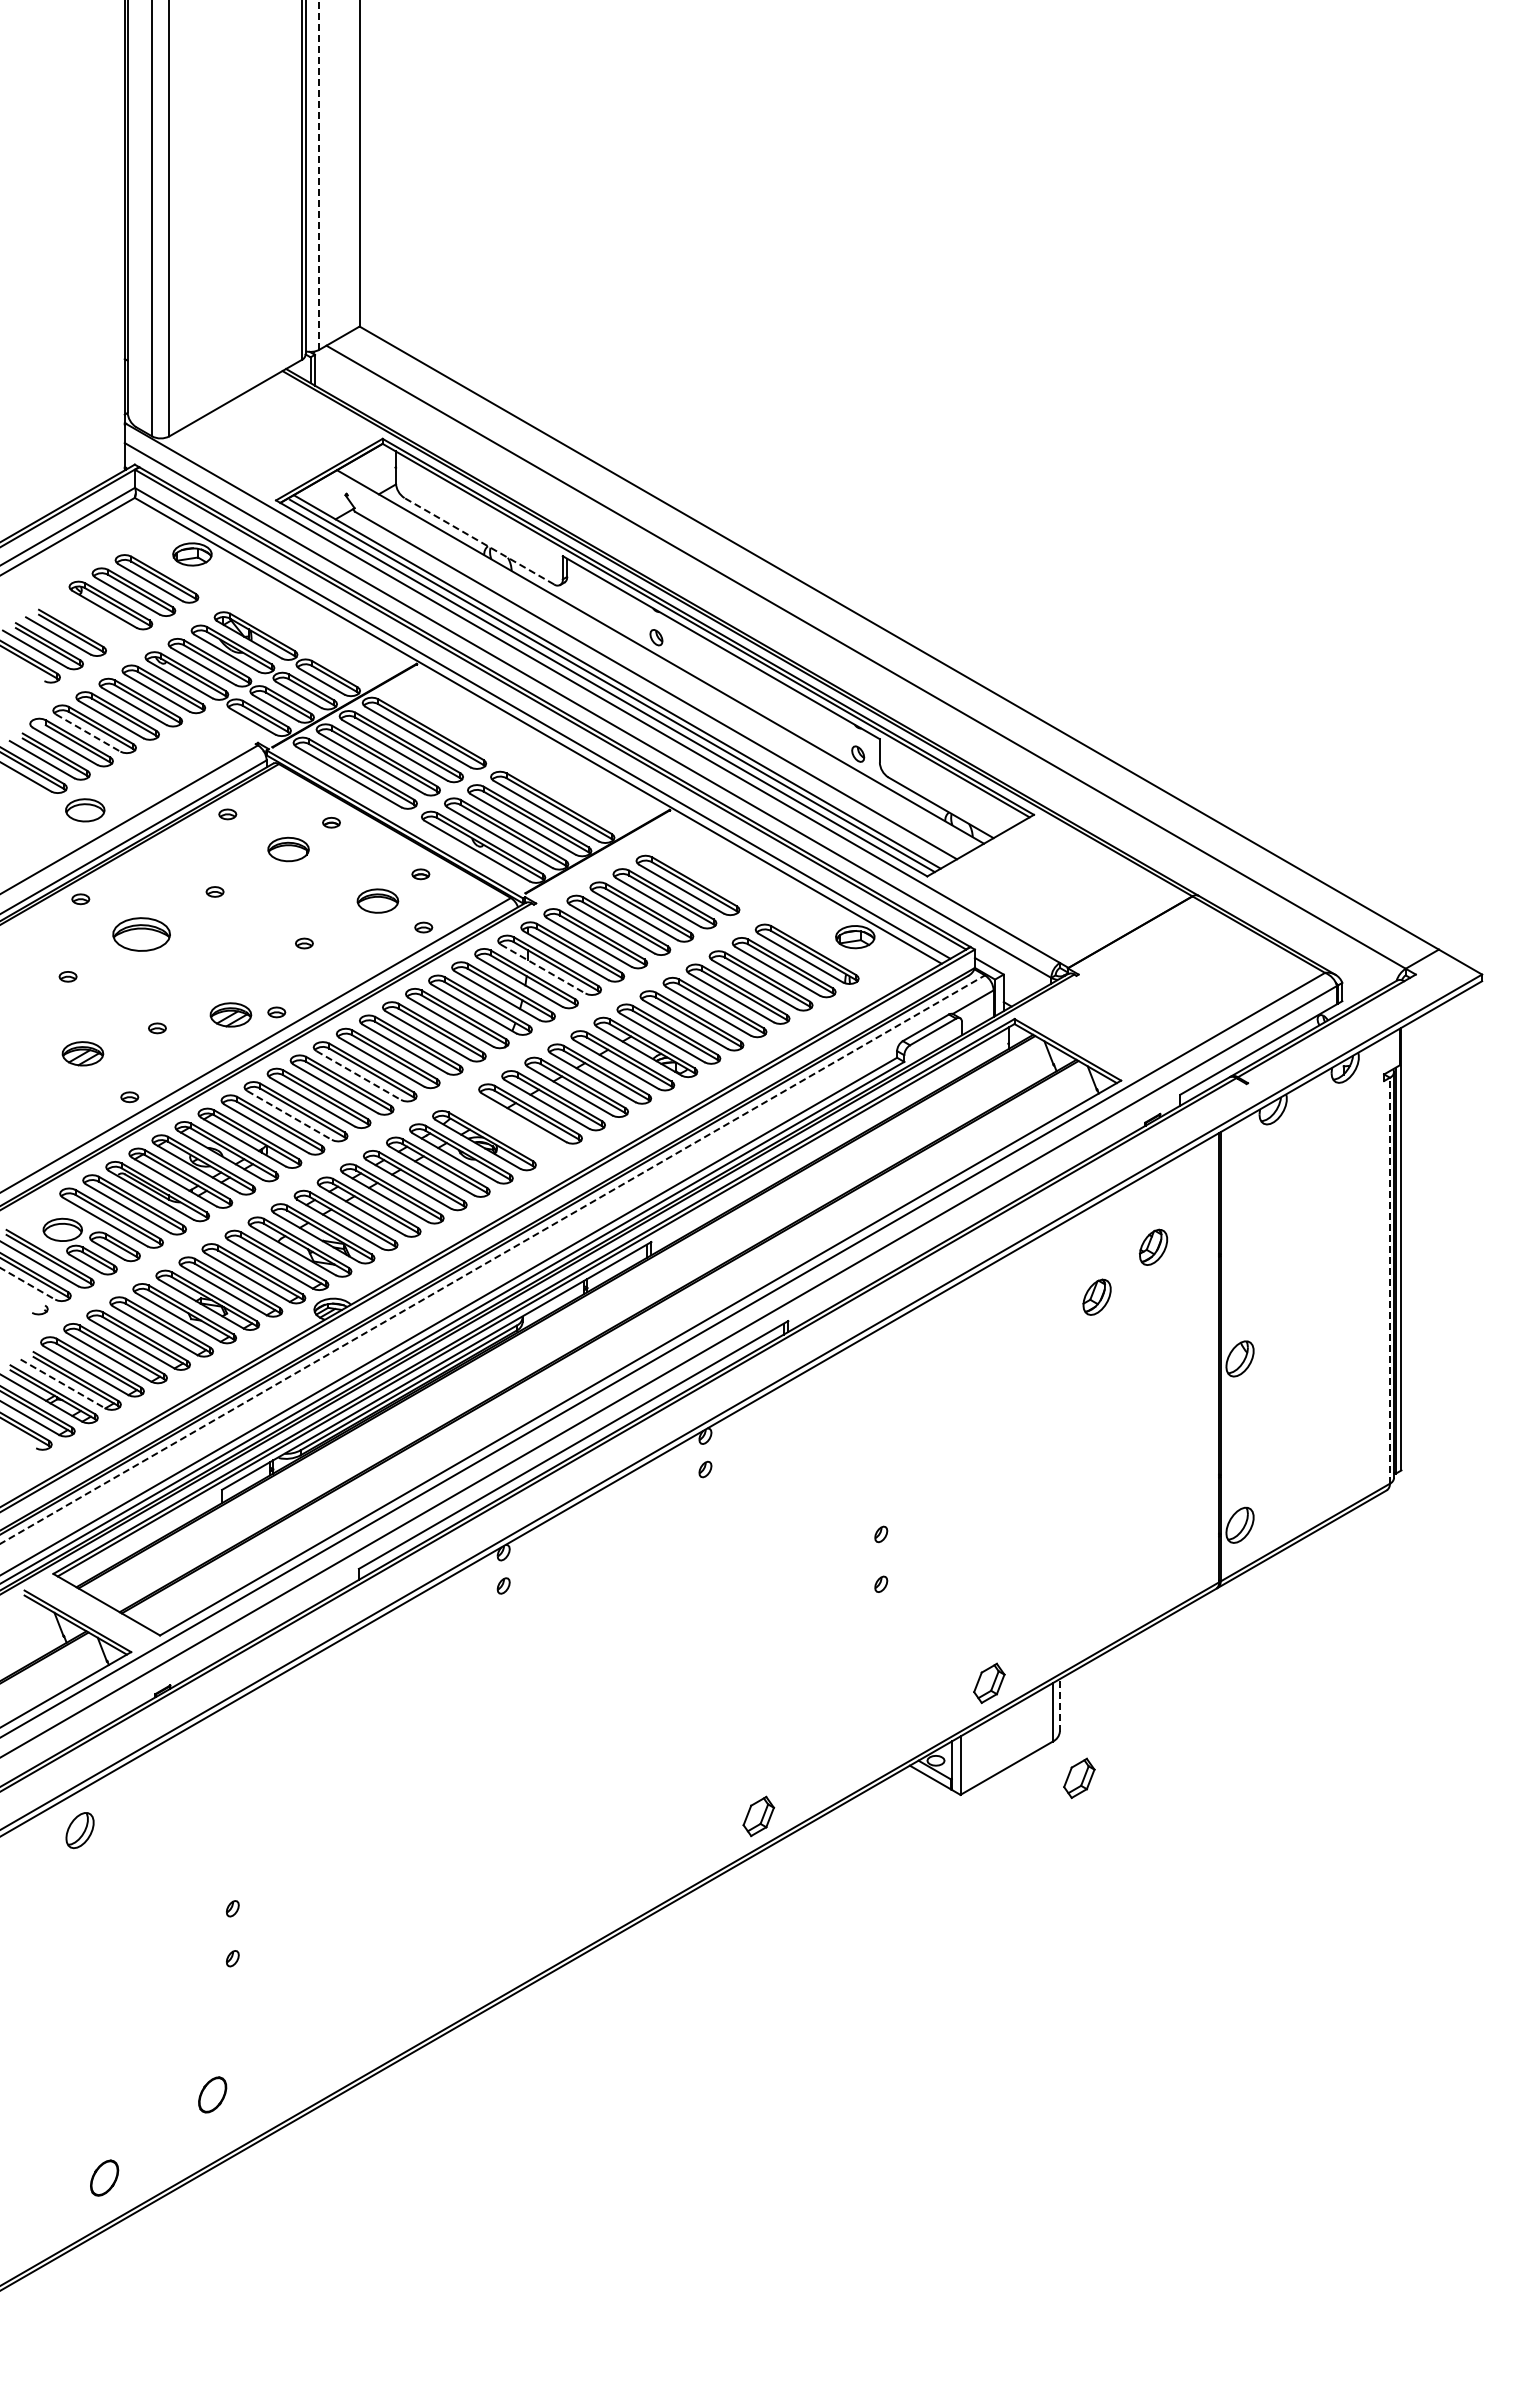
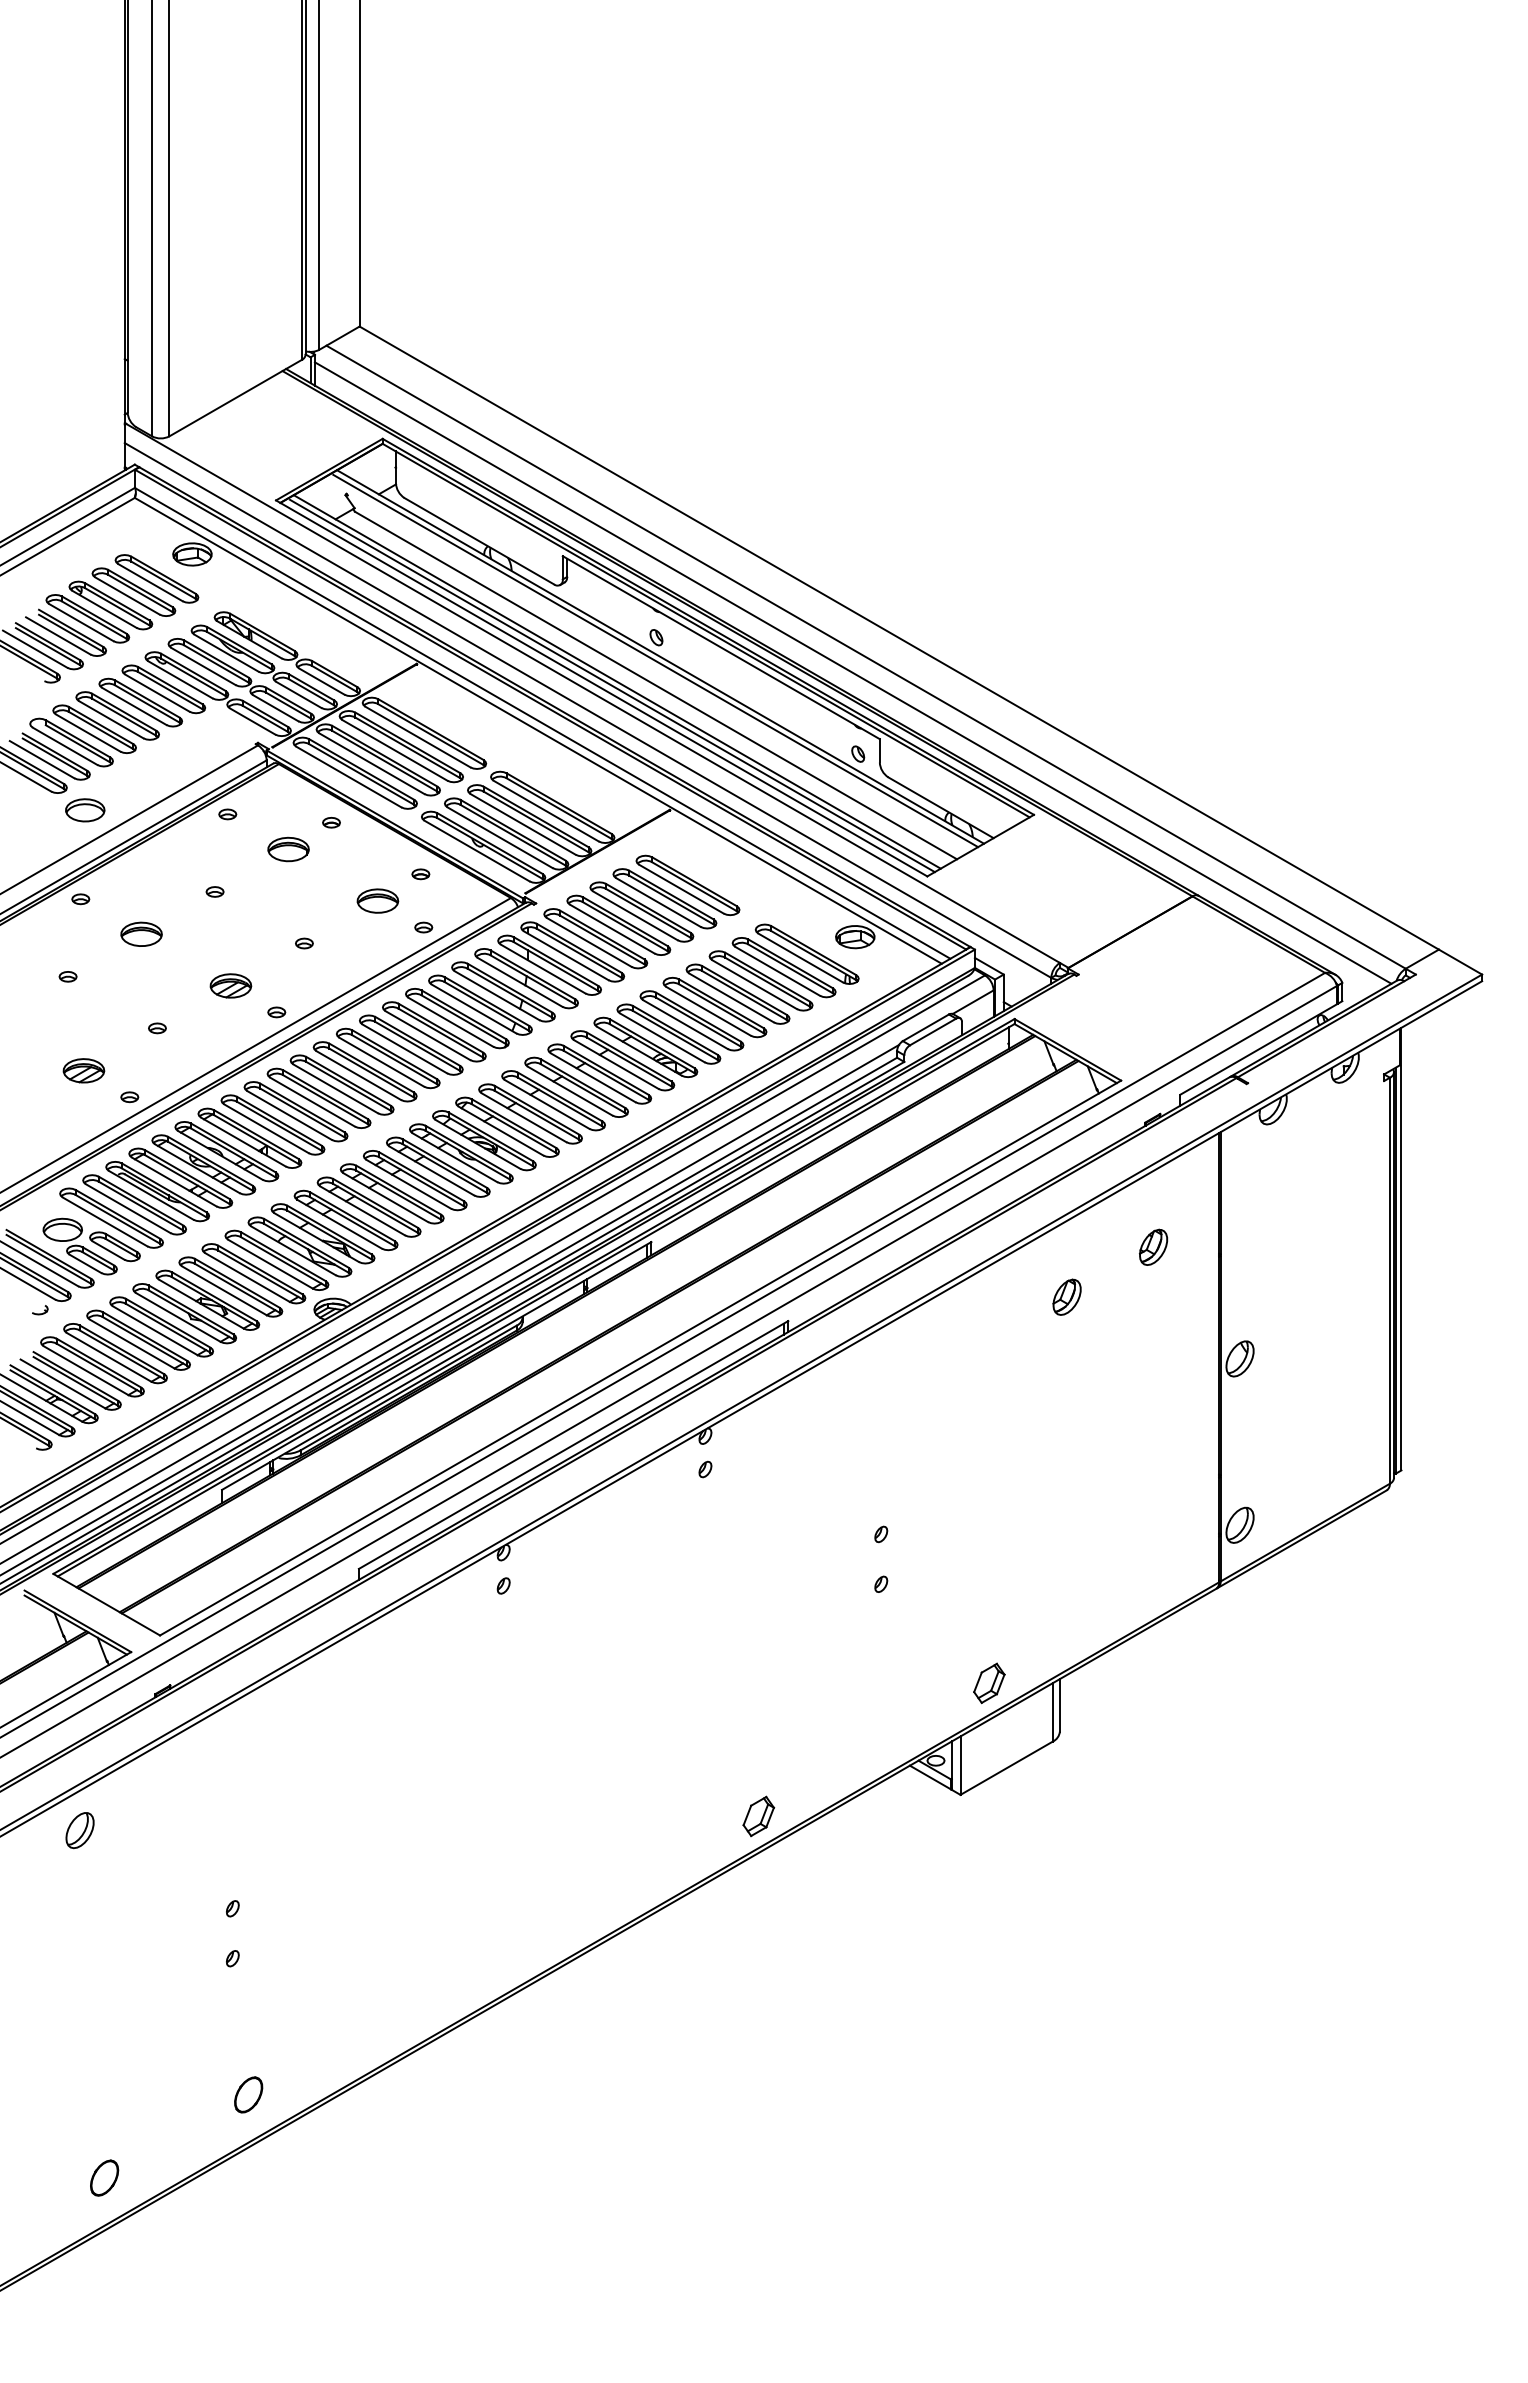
line at (319, 174): dashed -> solid
line at (478, 541): dashed -> solid
part at (87, 618): none -> present
line at (655, 660): none -> present
line at (852, 672): none -> present
line at (88, 733): dashed -> solid
part at (141, 934) size: 59x35 px -> 43x26 px
line at (543, 969): dashed -> solid
part at (230, 1014) position: (230, 1014) -> (230, 985)
part at (82, 1053) position: (82, 1053) -> (83, 1070)
line at (358, 1075): dashed -> solid
line at (289, 1115): dashed -> solid
part at (507, 1126): none -> present
line at (493, 1259): dashed -> solid
line at (1389, 1280): dashed -> solid
line at (28, 1284): dashed -> solid
part at (1096, 1296) position: (1096, 1296) -> (1066, 1296)
line at (450, 1303): none -> present
line at (62, 1383): dashed -> solid
line at (1059, 1704): dashed -> solid
part at (1079, 1777): present -> none
part at (212, 2094) position: (212, 2094) -> (248, 2094)
